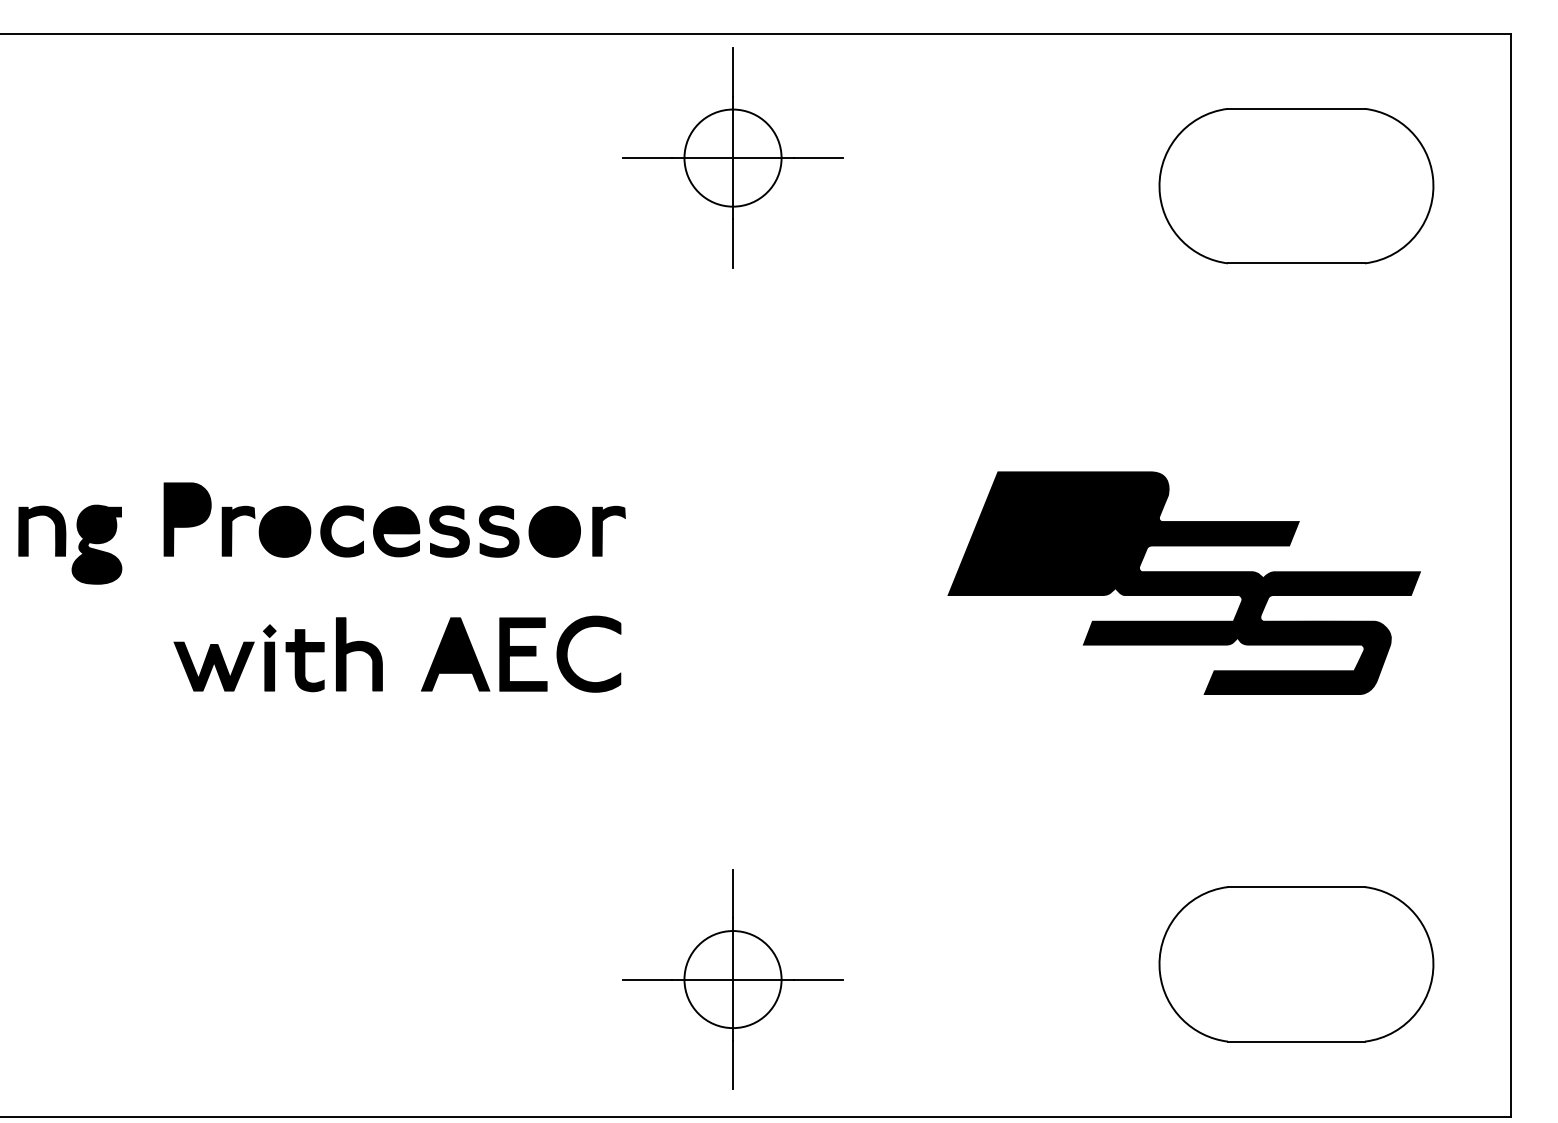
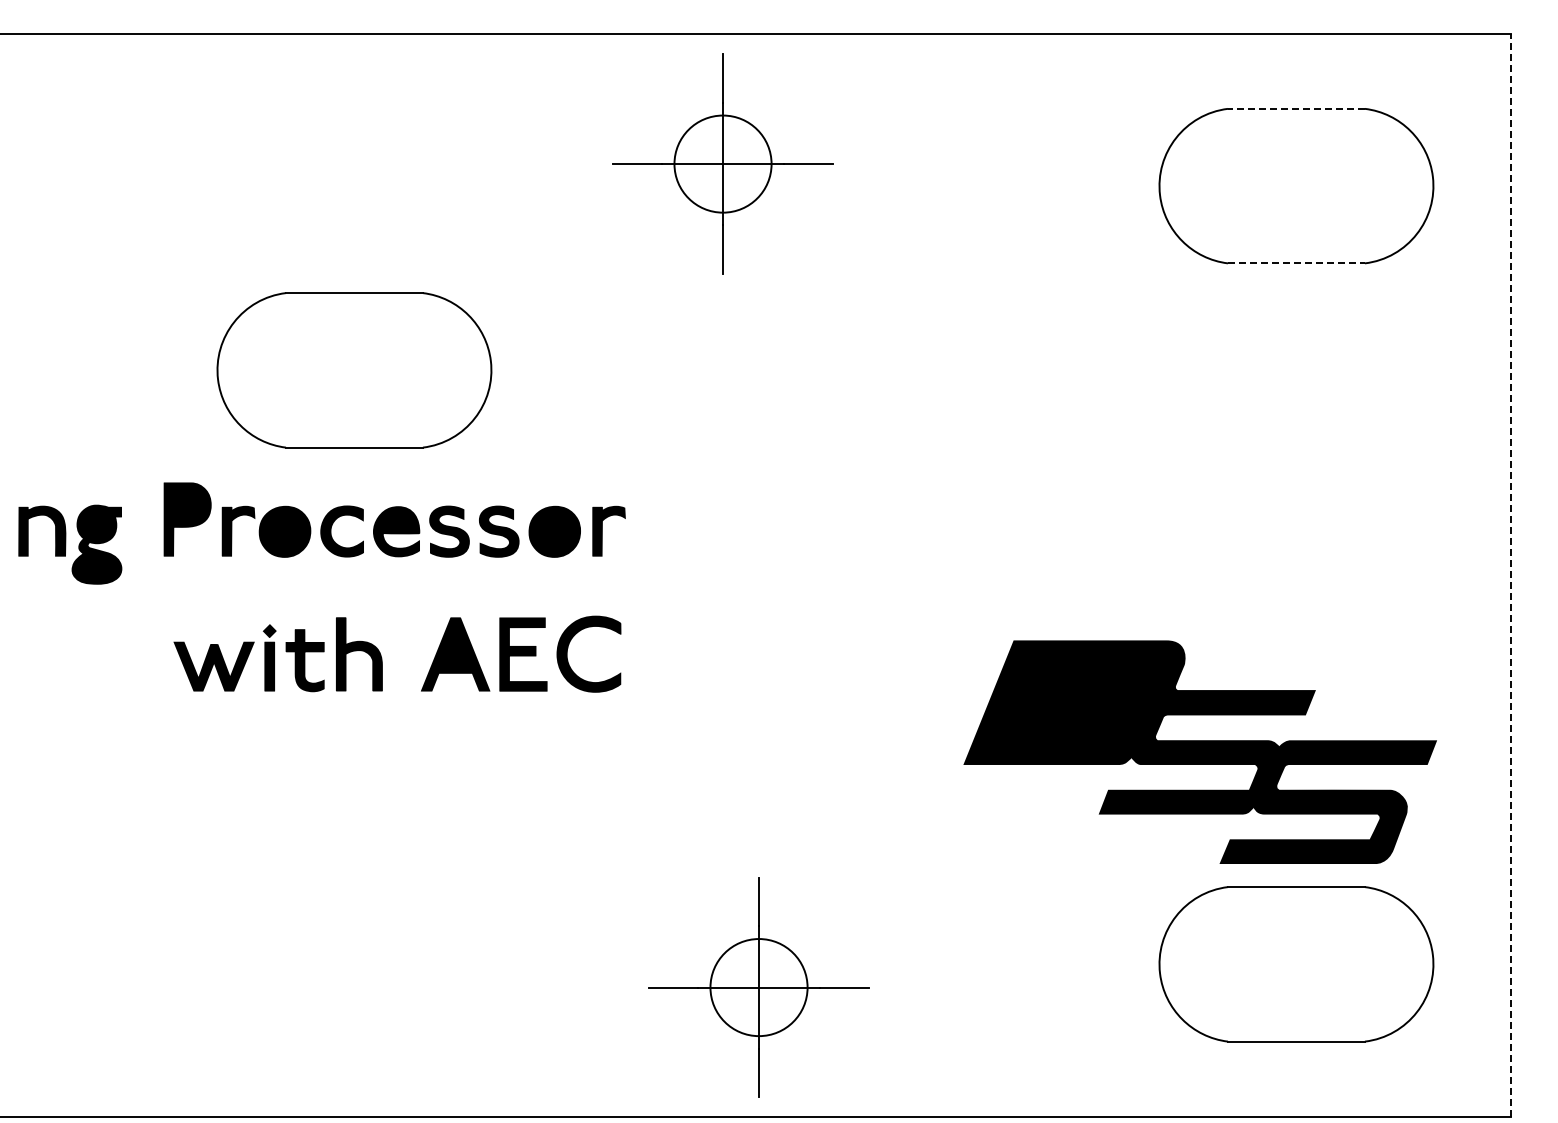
line at (1295, 108): solid -> dashed
part at (732, 157) position: (732, 157) -> (722, 163)
line at (1296, 263): solid -> dashed
part at (354, 370): none -> present
line at (1511, 575): solid -> dashed
part at (1183, 582) position: (1183, 582) -> (1199, 751)
part at (732, 979) position: (732, 979) -> (758, 987)
